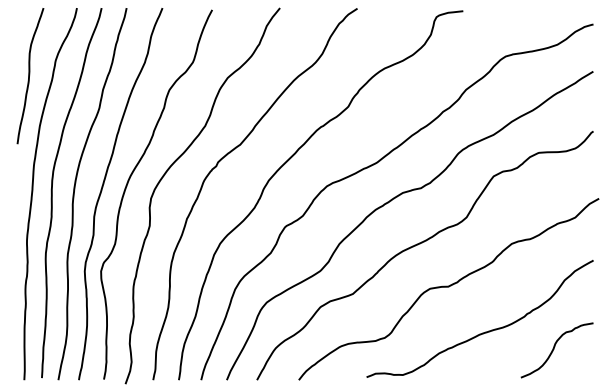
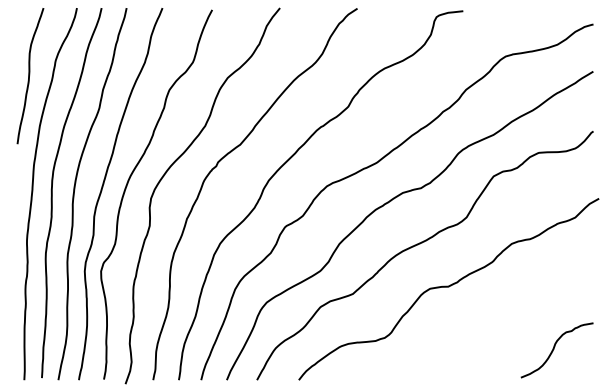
curve at (485, 331): present -> none
